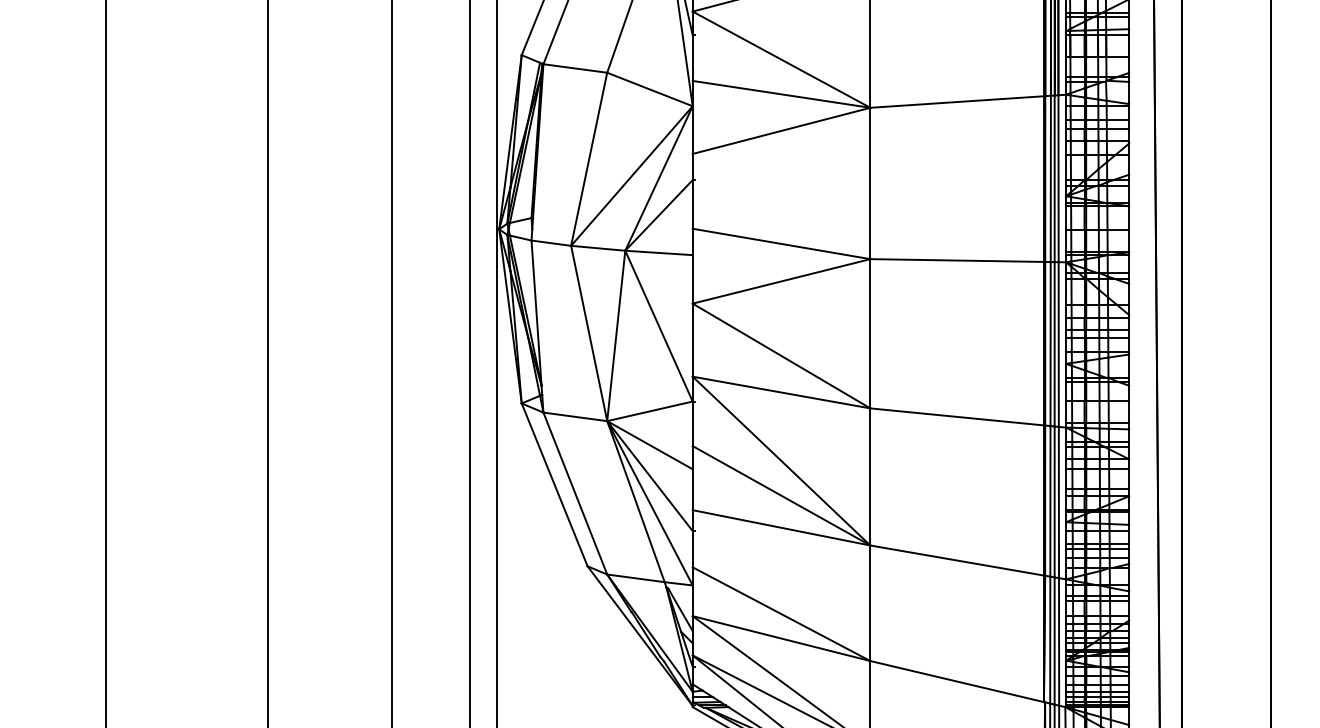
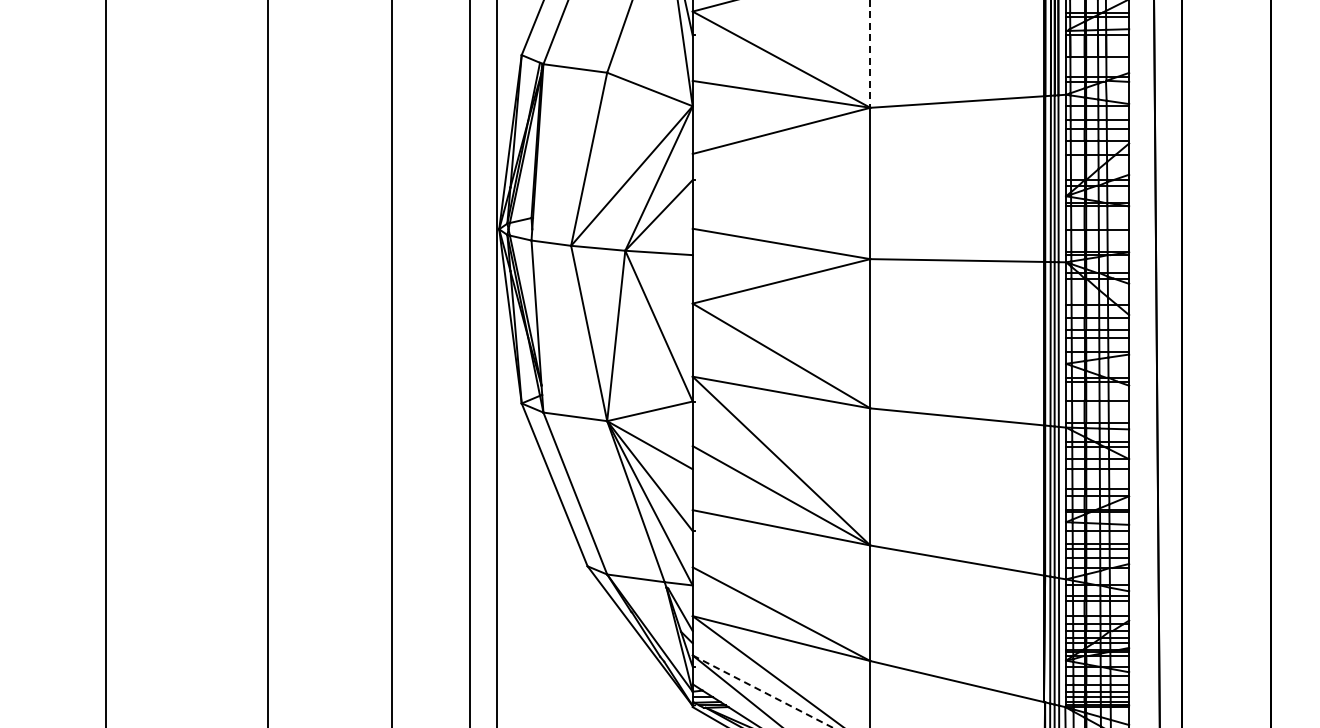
line at (870, 54): solid -> dashed
line at (762, 691): solid -> dashed
